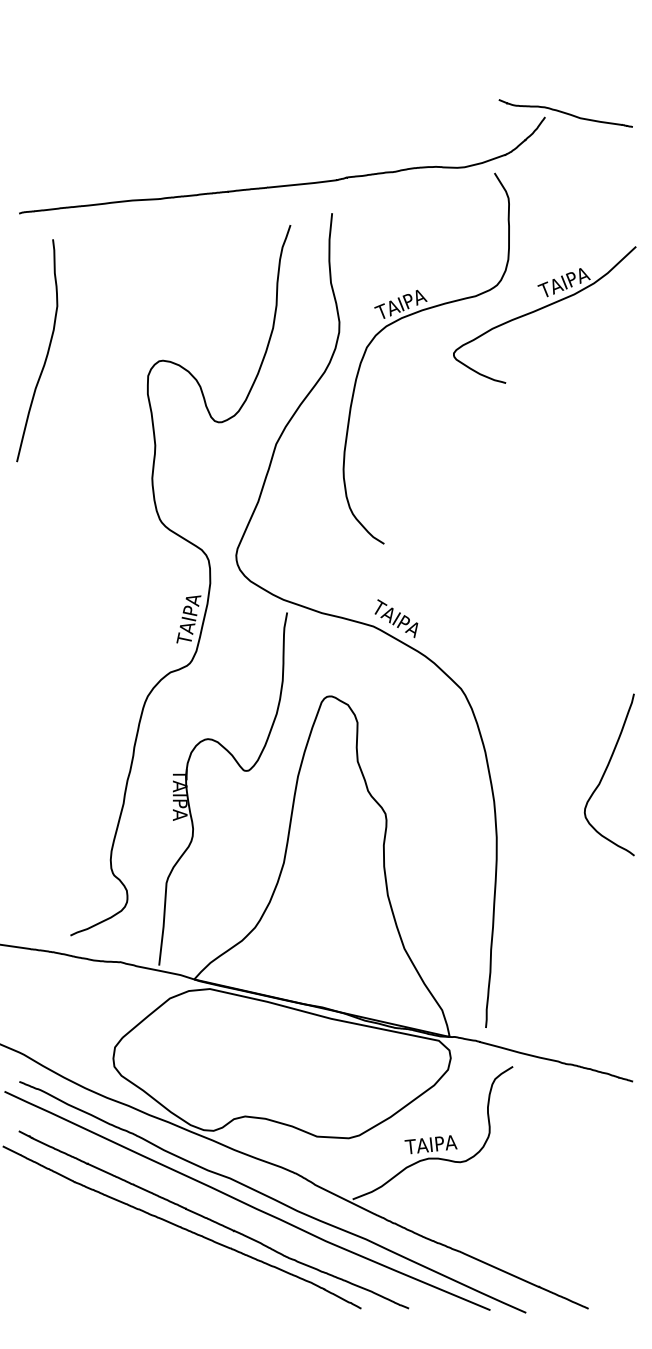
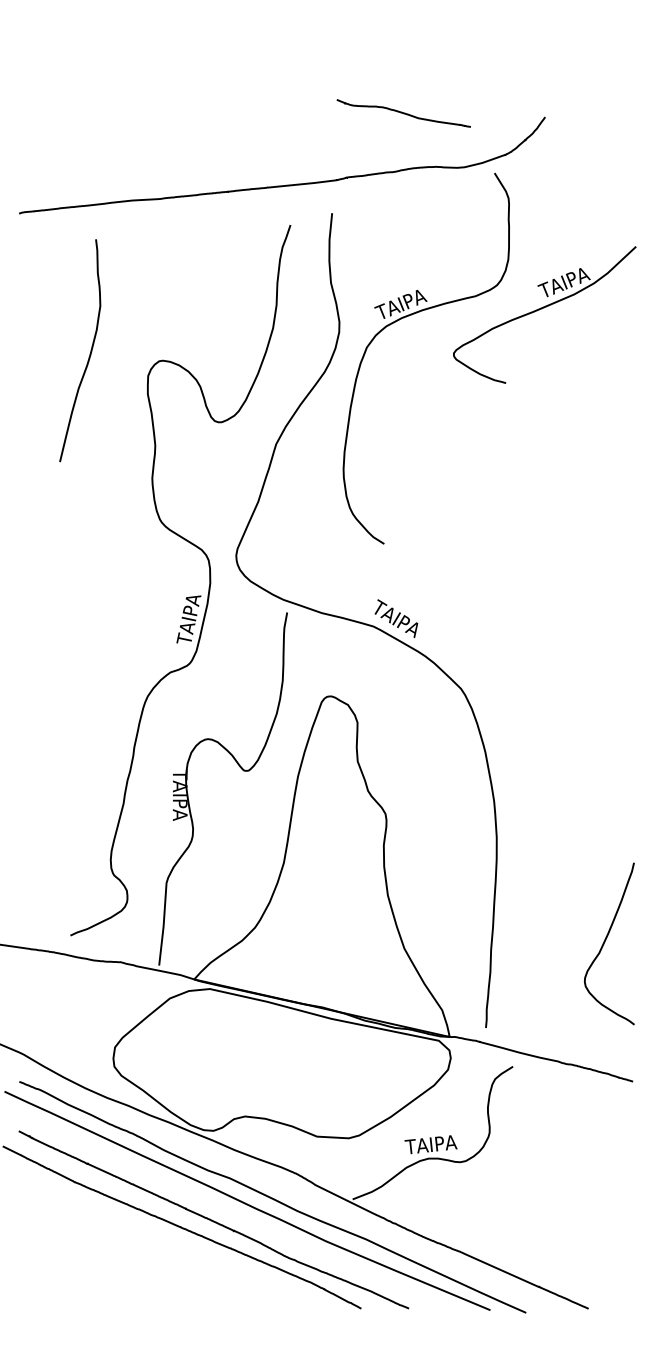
curve at (565, 113) position: (565, 113) -> (403, 113)
curve at (46, 353) position: (46, 353) -> (89, 353)
curve at (605, 773) position: (605, 773) -> (605, 942)
